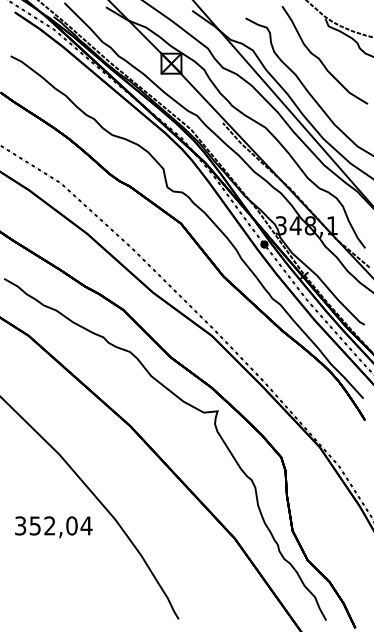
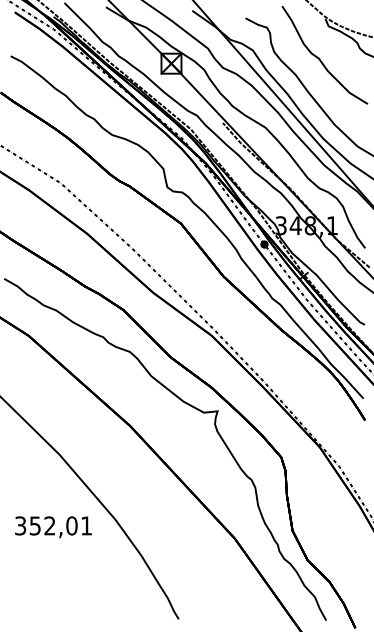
text at (86, 525): 352,04 -> 352,01
